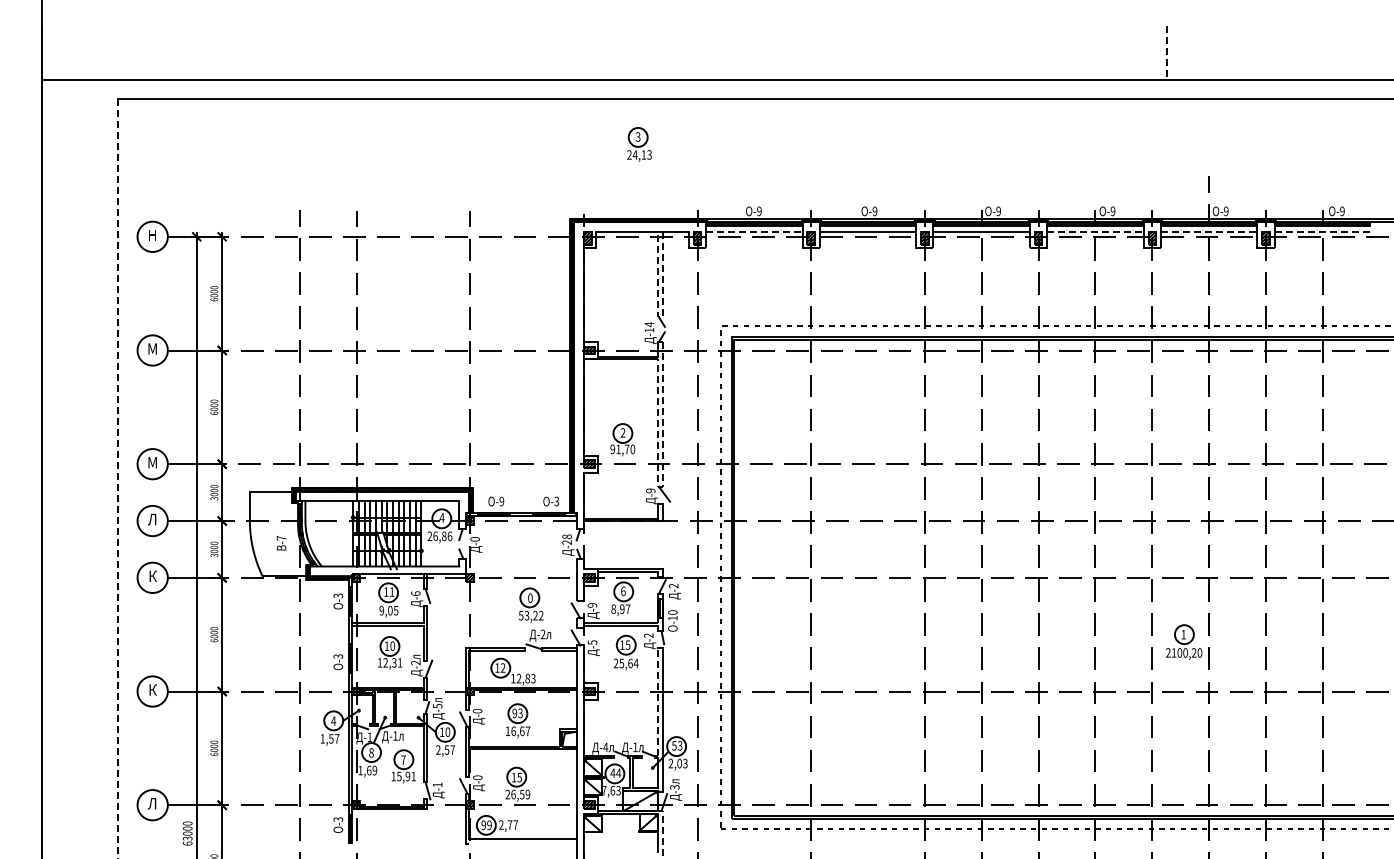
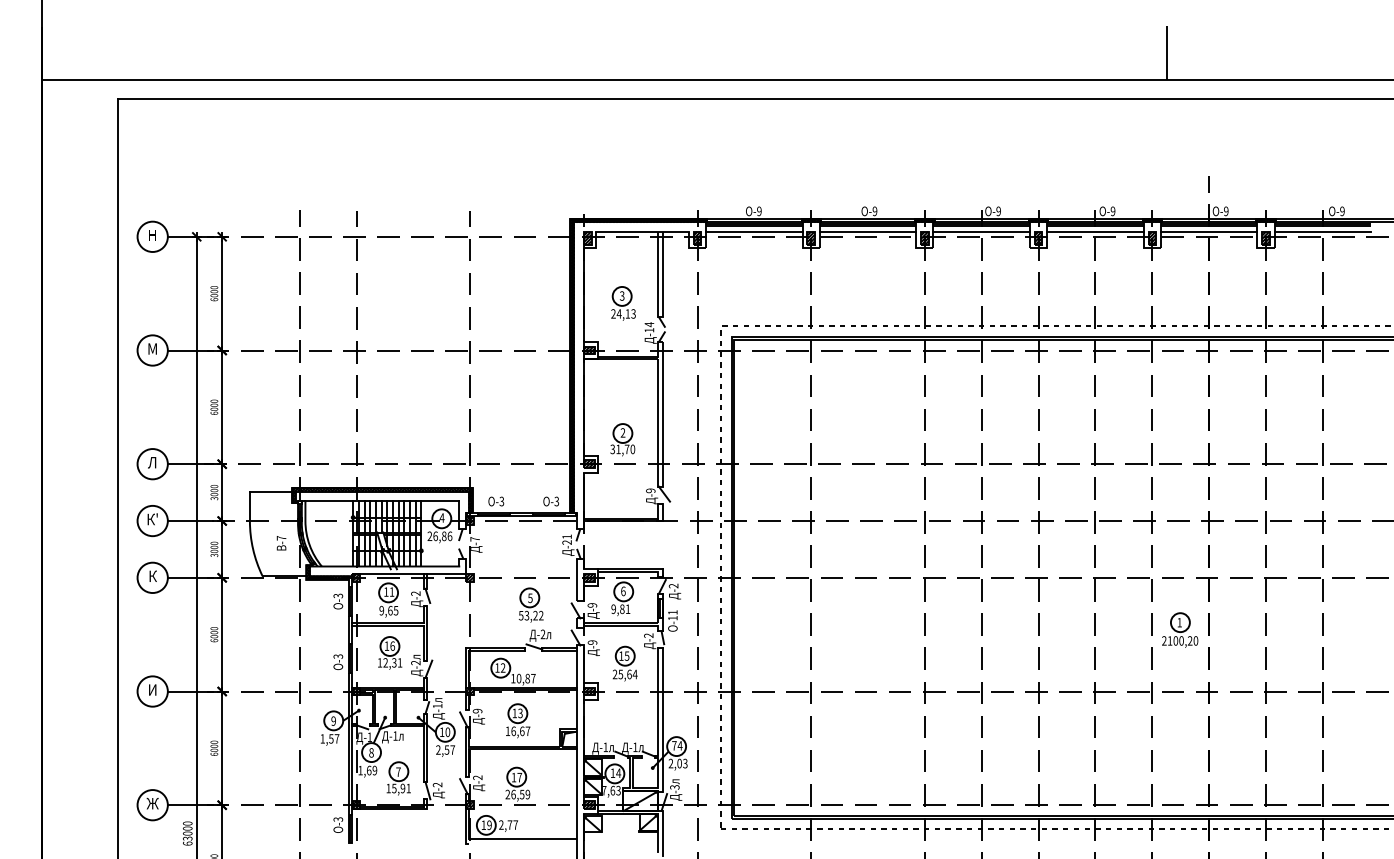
line at (1167, 53): dashed -> solid
part at (639, 144) position: (639, 144) -> (623, 303)
line at (754, 232): dashed -> solid
line at (1095, 232): dashed -> solid
line at (1209, 232): dashed -> solid
line at (1323, 232): dashed -> solid
line at (659, 317): dashed -> solid
text at (612, 449): 91,70 -> 31,70
text at (152, 462): М -> Л
line at (117, 479): dashed -> solid
line at (662, 481): dashed -> solid
text at (501, 501): -9 -> -3
text at (152, 519): Л -> К'
text at (566, 536): -28 -> -21
text at (474, 539): -0 -> -7
text at (415, 593): -6 -> -2
text at (530, 597): 0 -> 5
text at (620, 608): 8,97 -> 9,81
text at (390, 610): 9,05 -> 9,65
text at (672, 612): -10 -> -11
part at (1184, 641) position: (1184, 641) -> (1180, 629)
text at (591, 642): -5 -> -9
text at (392, 645): 10 -> 16
part at (625, 652) position: (625, 652) -> (624, 663)
text at (525, 678): 12,83 -> 10,87
text at (152, 689): К -> И
line at (657, 701): dashed -> solid
text at (437, 705): -5 -> -1
text at (477, 711): -0 -> -9
text at (514, 713): 93 -> 13
text at (333, 720): 4 -> 9
text at (677, 745): 53 -> 74
text at (605, 747): -4 -> -1
part at (403, 766) position: (403, 766) -> (398, 778)
text at (612, 772): 44 -> 14
text at (477, 777): -0 -> -2
text at (519, 777): 15 -> 17
text at (437, 784): -1 -> -2
text at (152, 803): Л -> Ж
text at (483, 825): 99 -> 19
line at (662, 833): dashed -> solid
